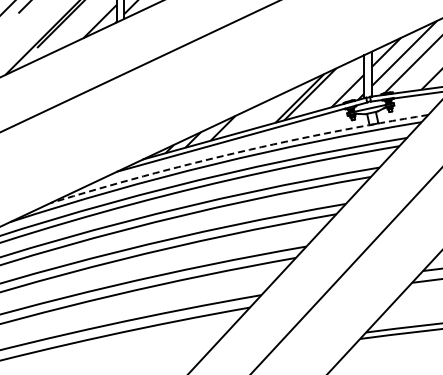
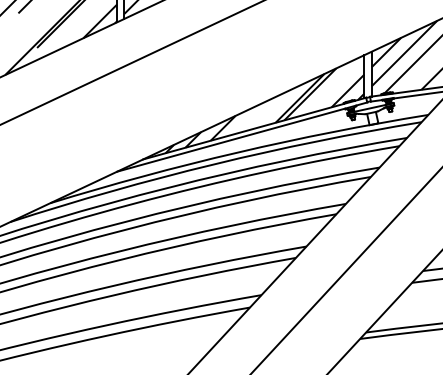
line at (139, 66) position: (139, 66) -> (131, 63)
arc at (237, 152): dashed -> solid
